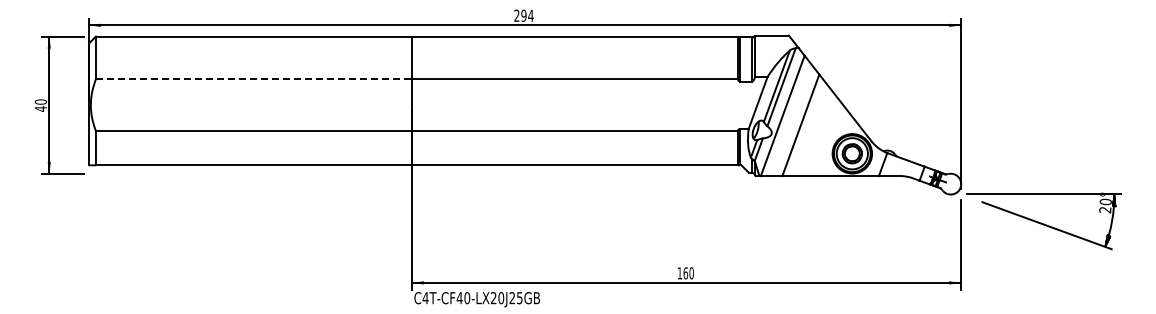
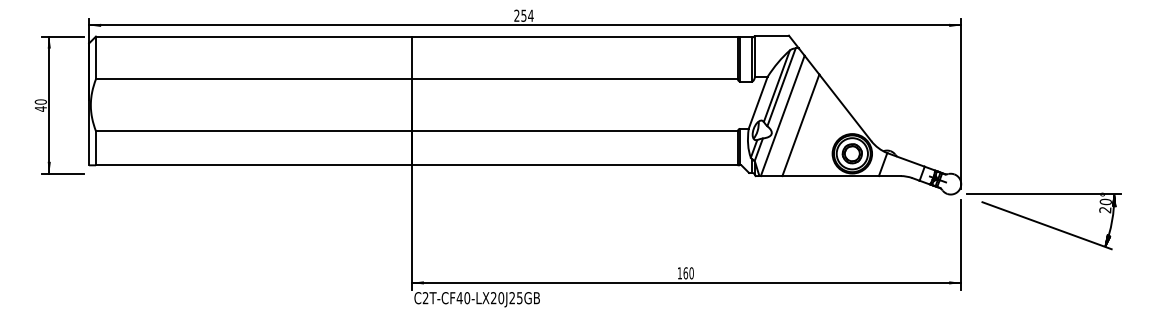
text at (523, 15): 294 -> 254
line at (253, 79): dashed -> solid
text at (425, 298): C4T-CF40-LX20J25GB -> C2T-CF40-LX20J25GB
